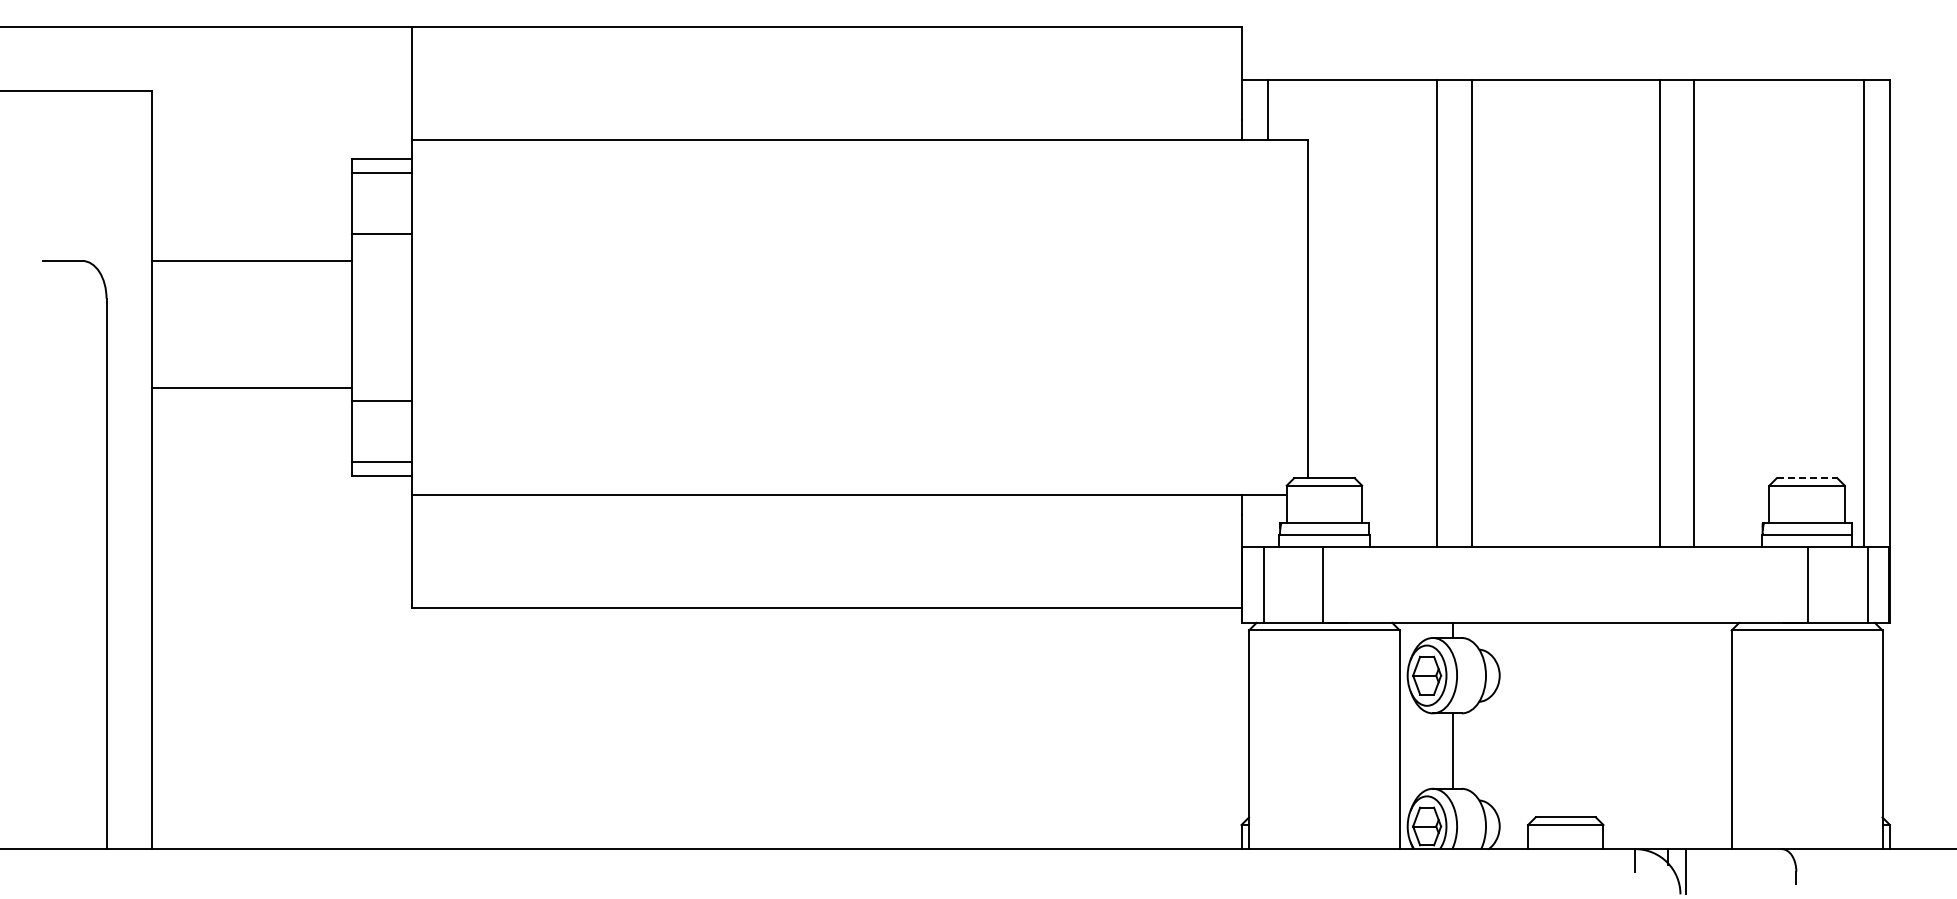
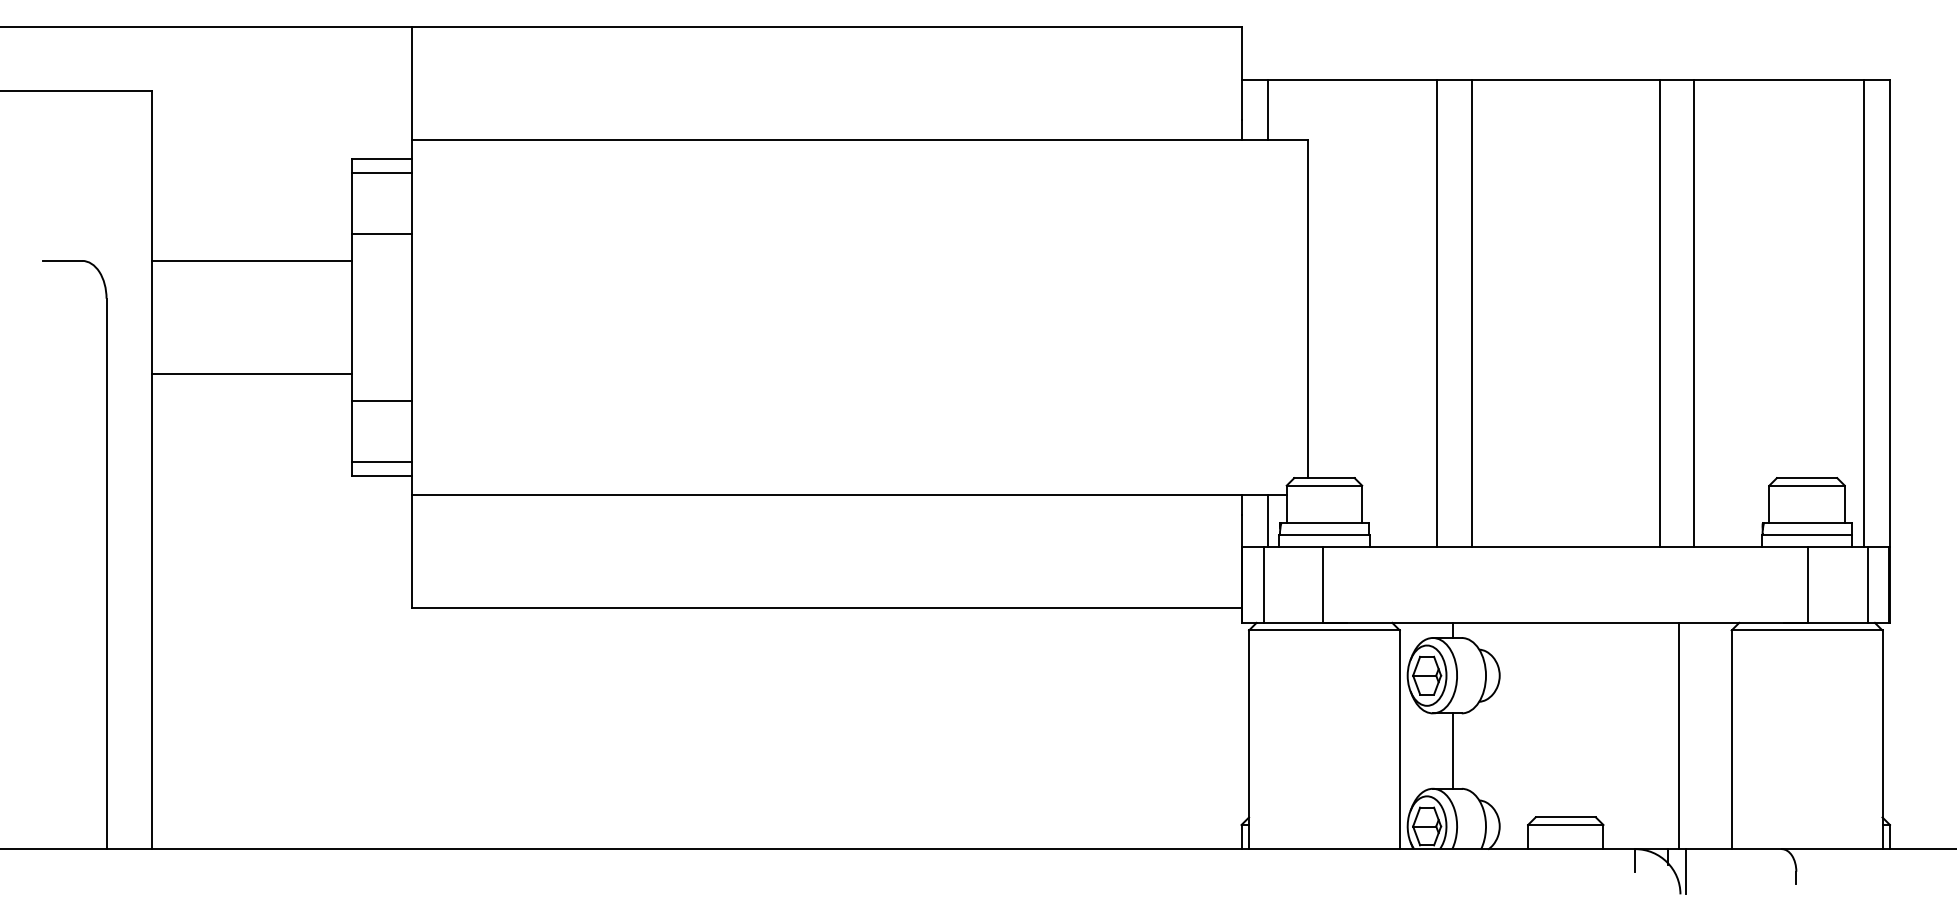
line at (251, 388) position: (251, 388) -> (251, 374)
line at (1807, 478): dashed -> solid
line at (1267, 520): none -> present
line at (1678, 735): none -> present
